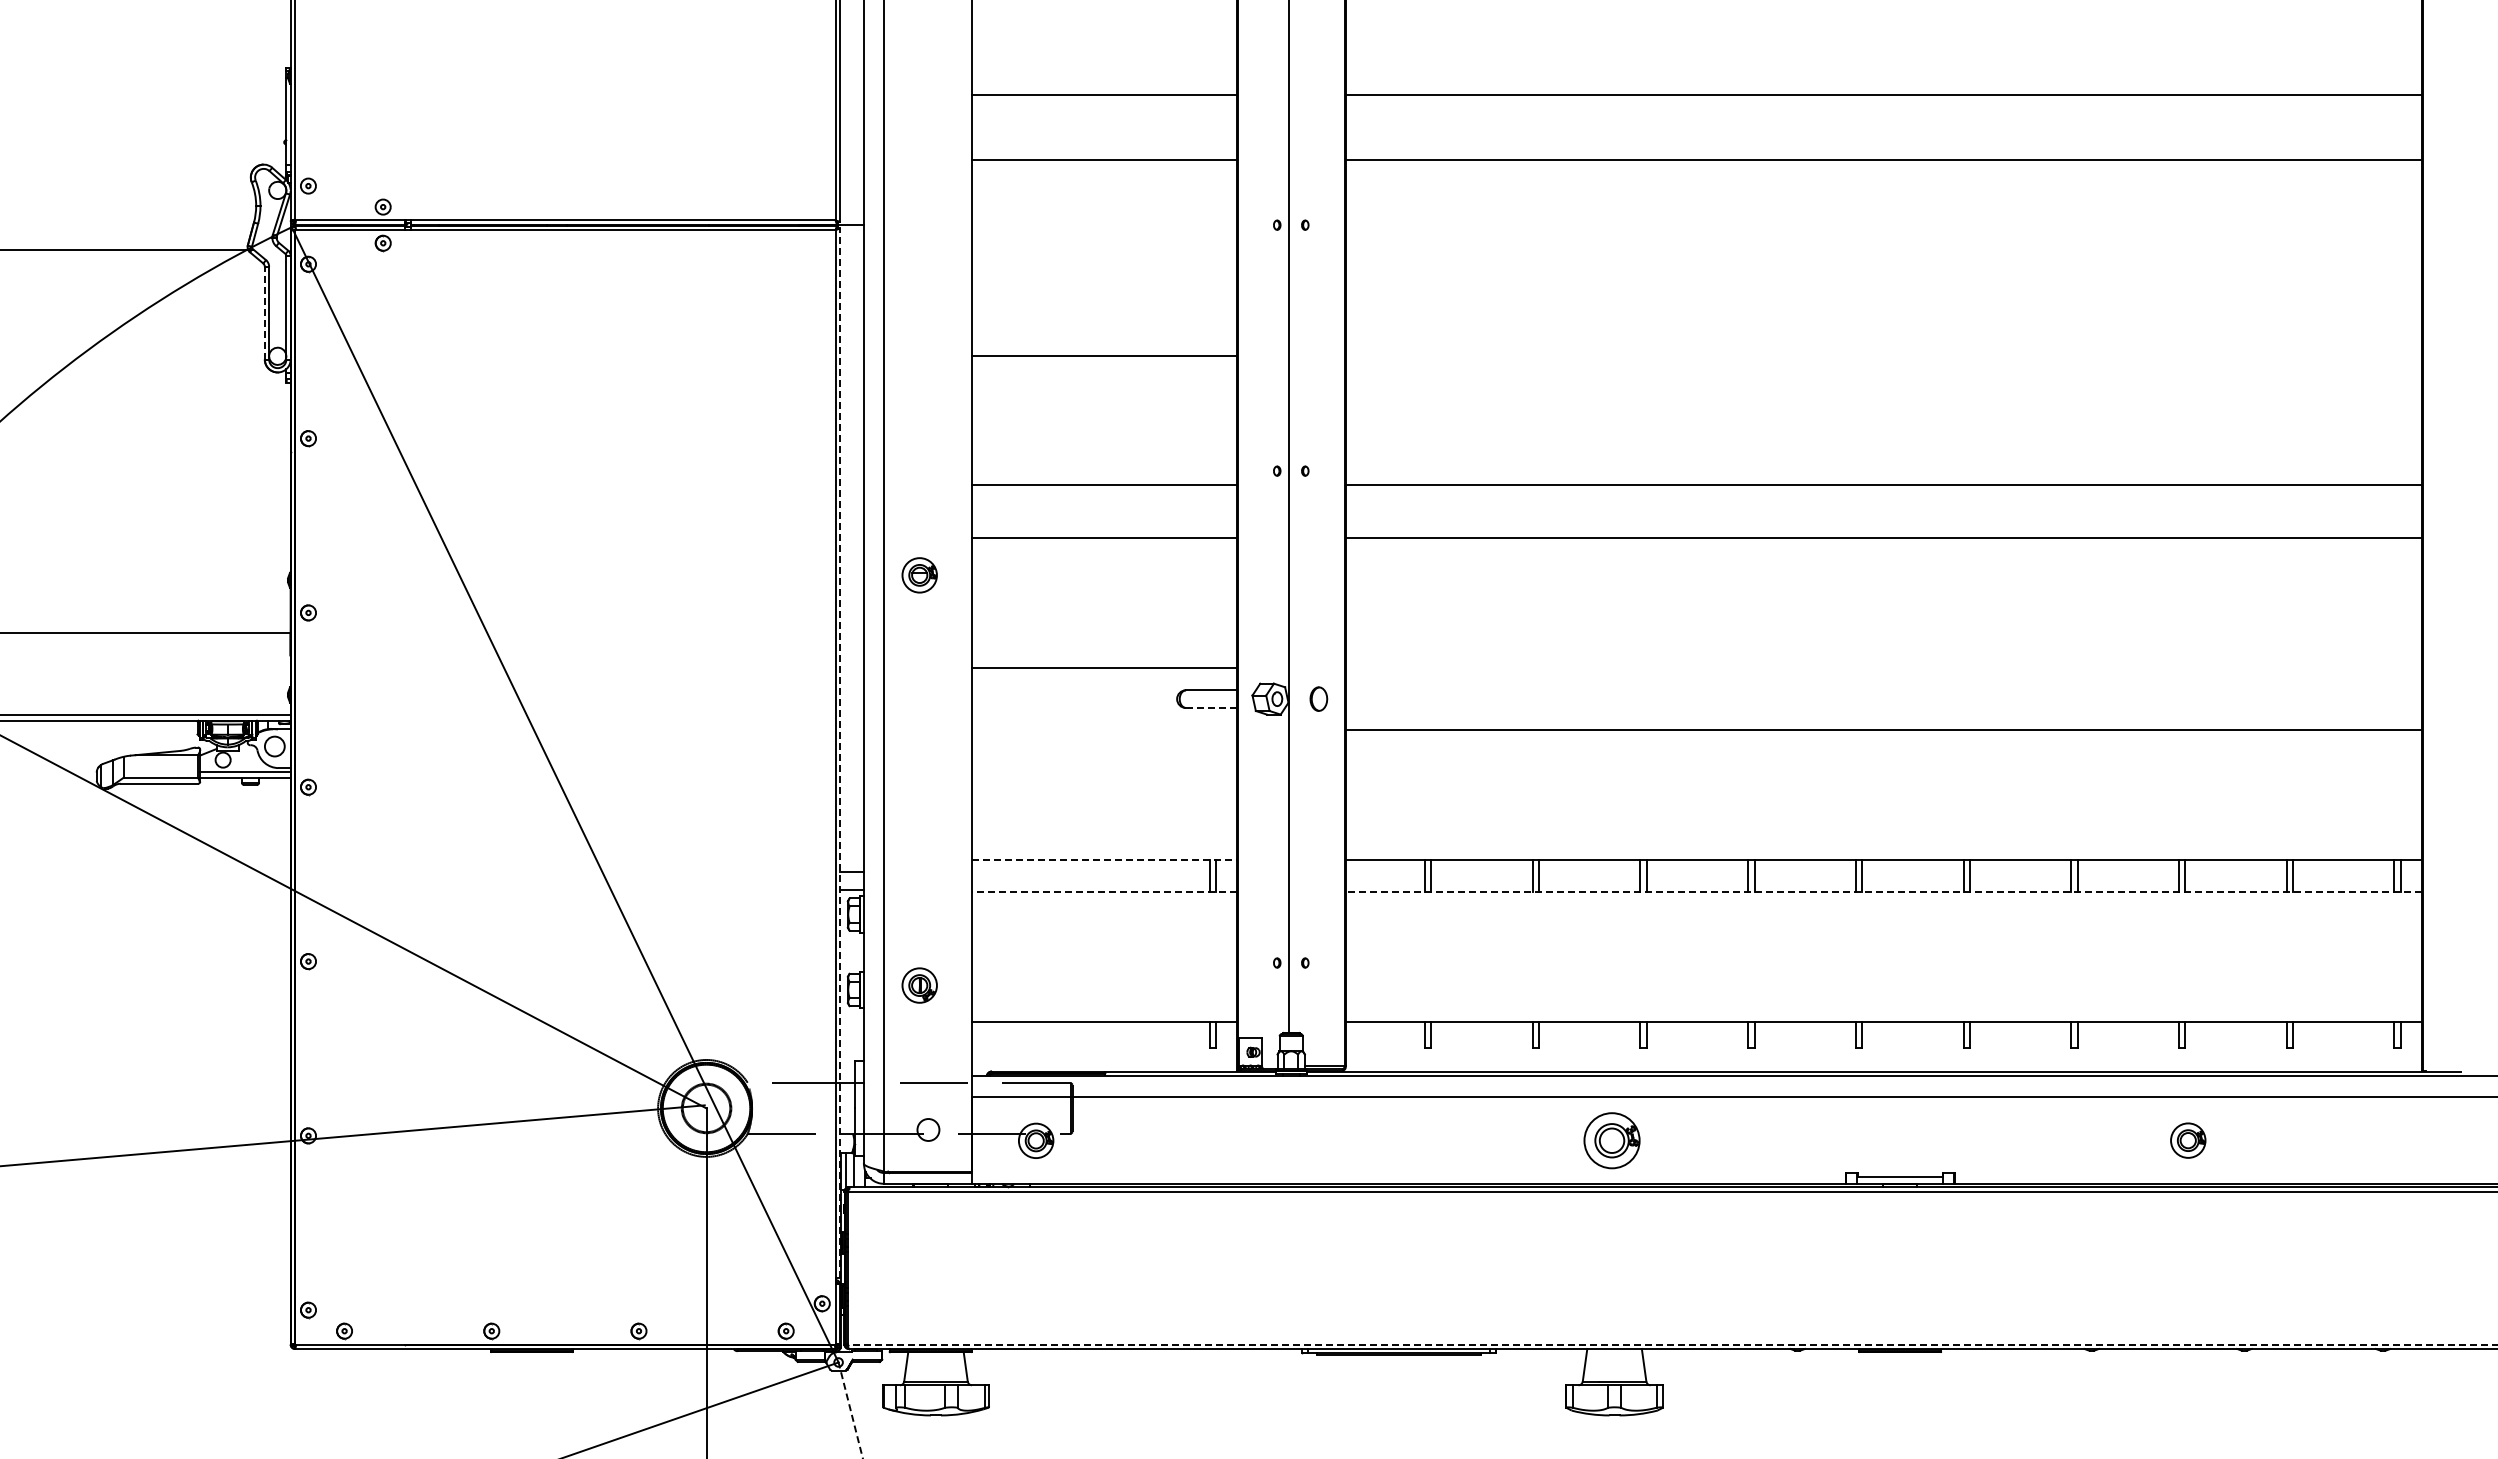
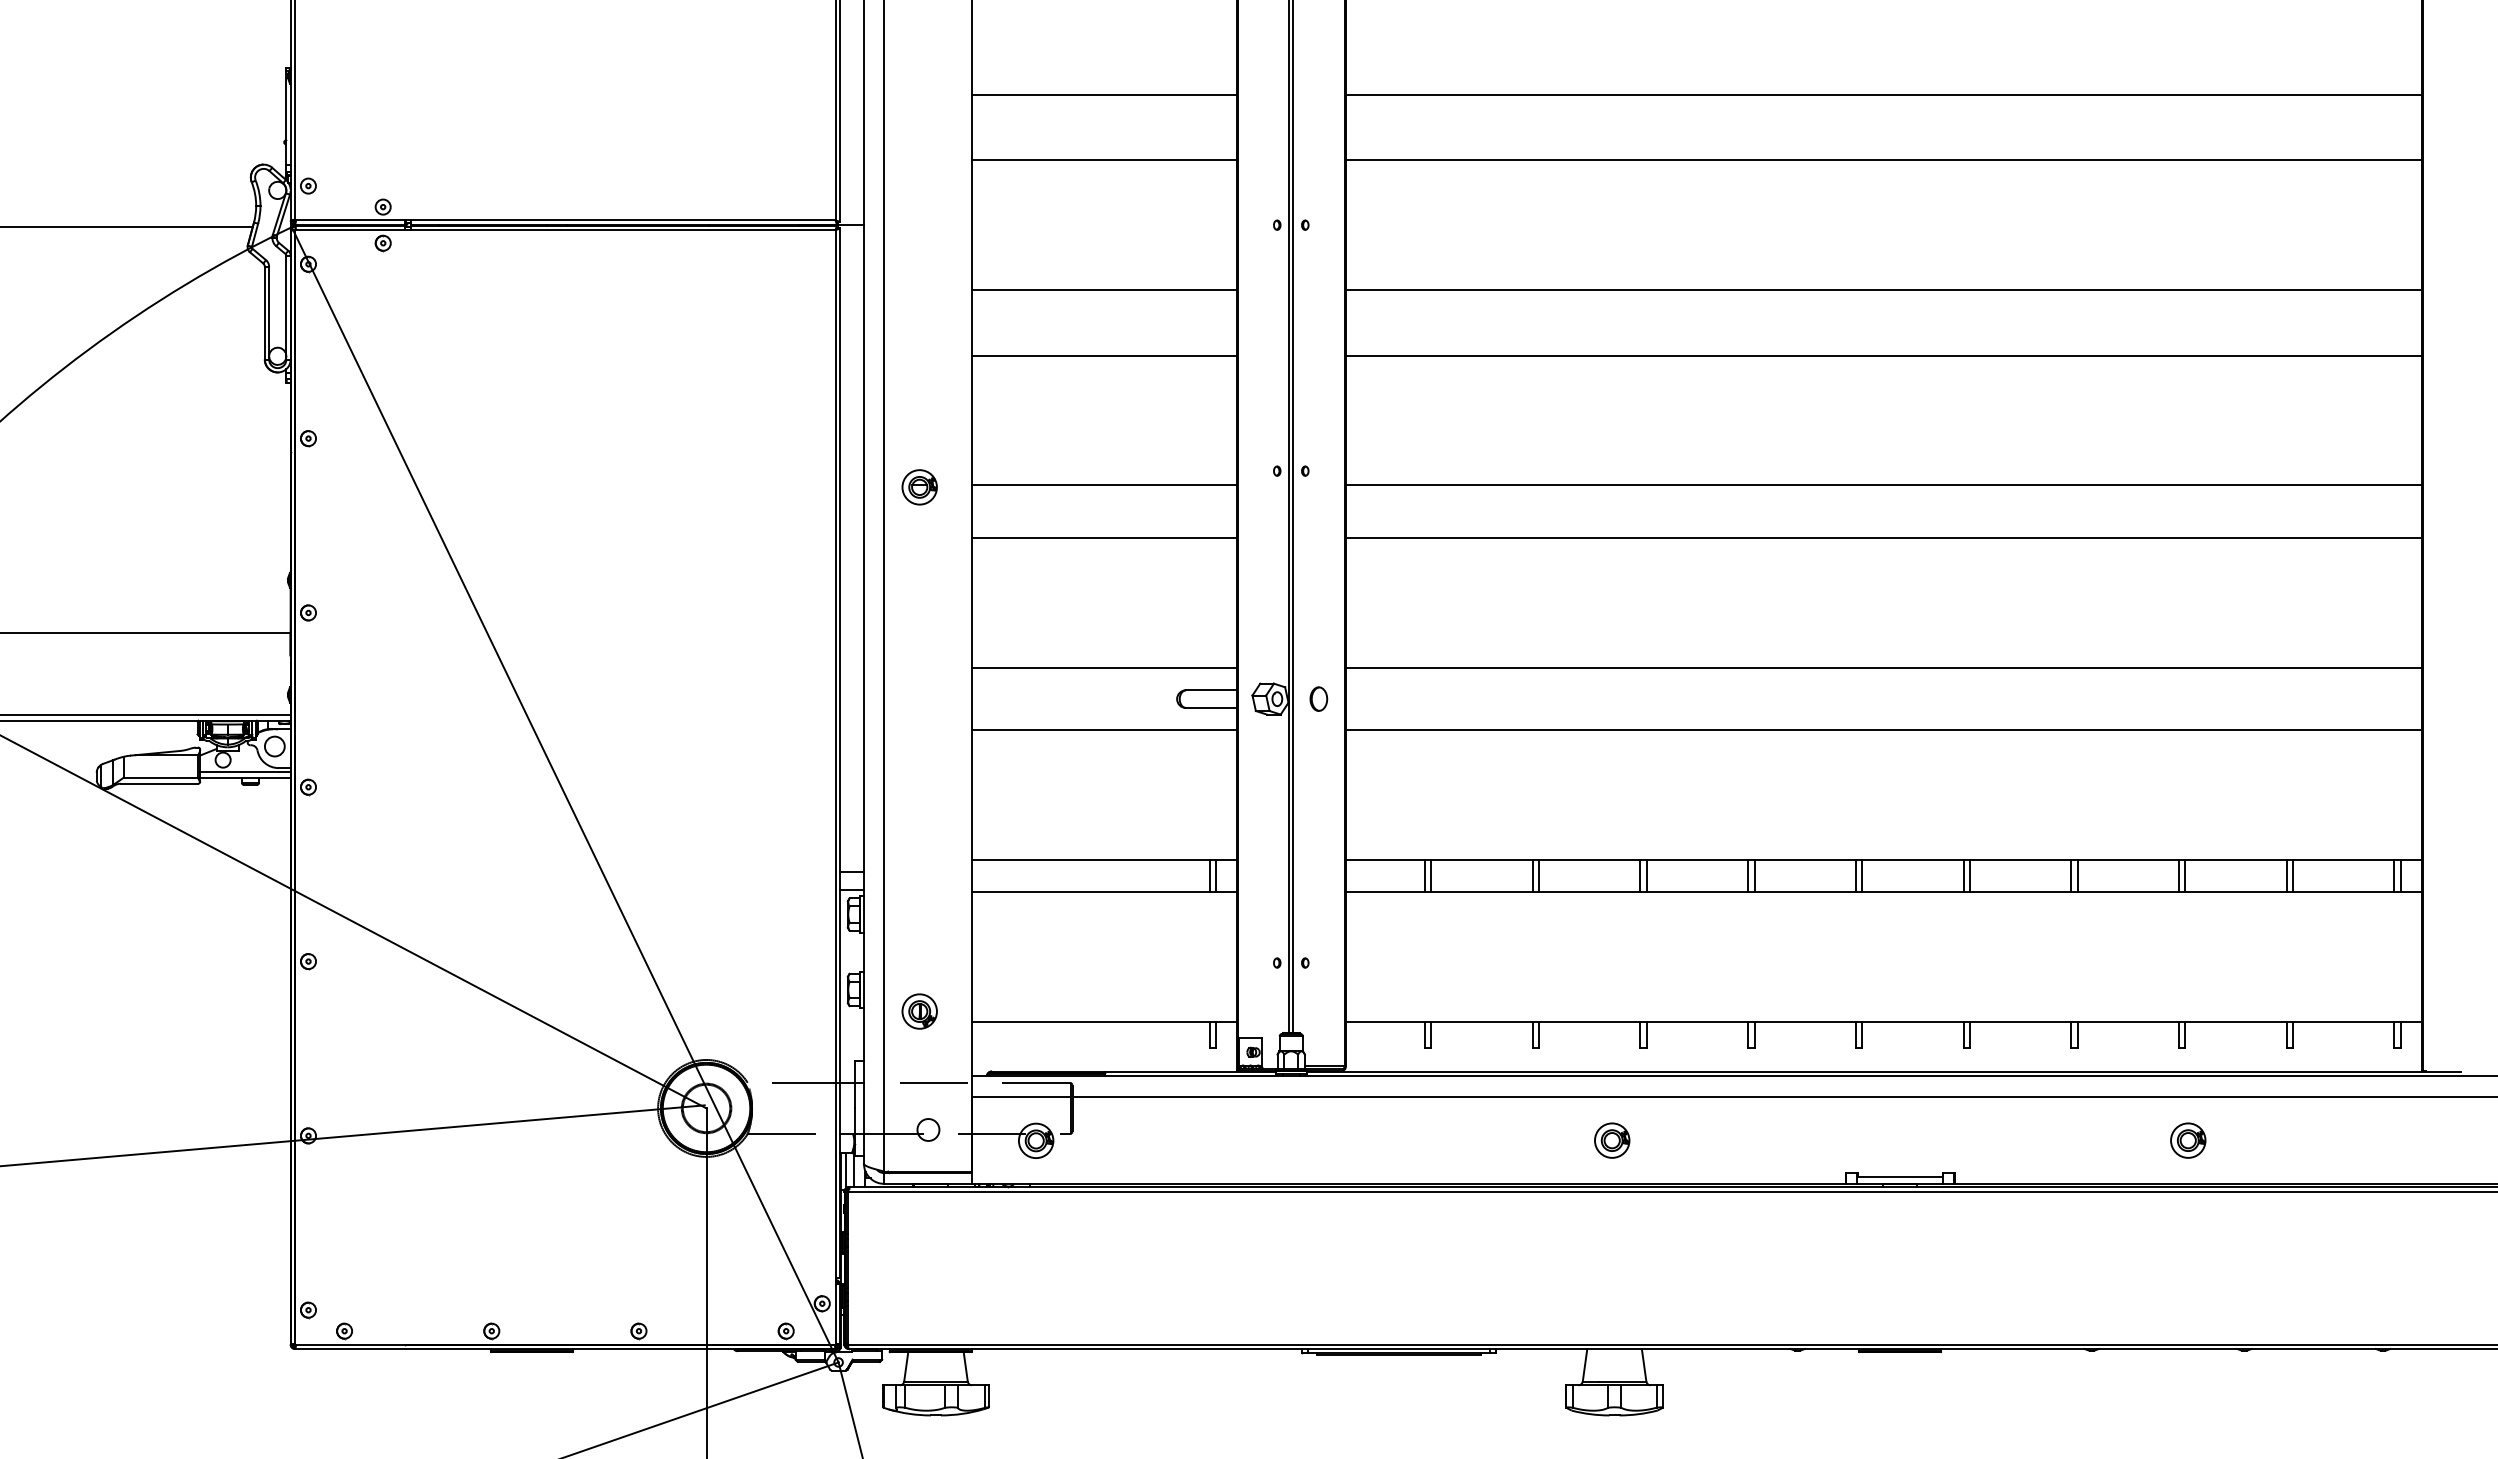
line at (127, 250) position: (127, 250) -> (127, 227)
line at (1103, 290): none -> present
line at (1883, 290): none -> present
line at (264, 312): dashed -> solid
line at (1883, 355): none -> present
line at (1293, 517): none -> present
part at (919, 575) position: (919, 575) -> (919, 487)
line at (1883, 668): none -> present
line at (1211, 707): dashed -> solid
line at (1103, 729): none -> present
line at (840, 752): dashed -> solid
line at (1104, 859): dashed -> solid
line at (1104, 891): dashed -> solid
line at (1883, 891): dashed -> solid
part at (919, 985) position: (919, 985) -> (919, 1011)
part at (1611, 1140) size: 58x58 px -> 37x37 px
line at (1672, 1344): dashed -> solid
line at (850, 1409): dashed -> solid
